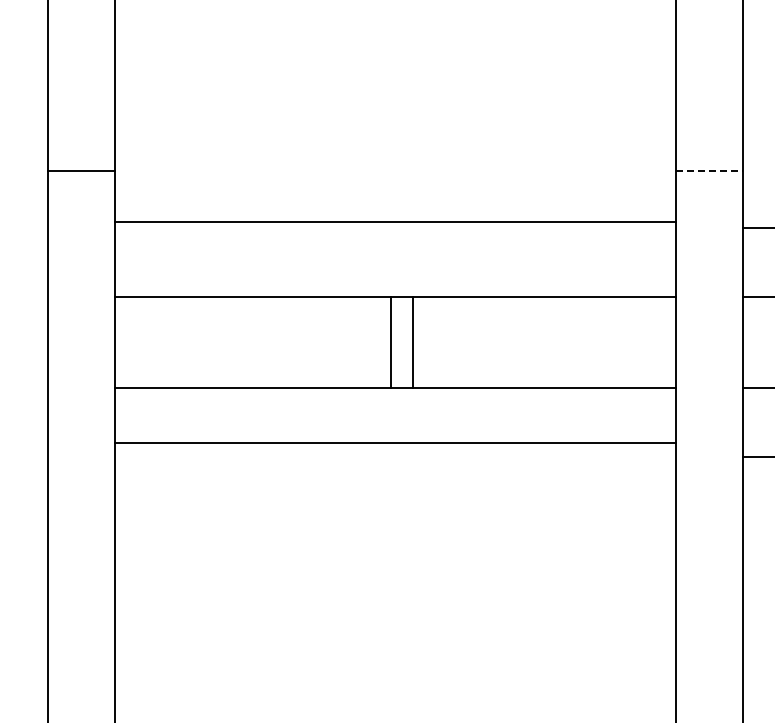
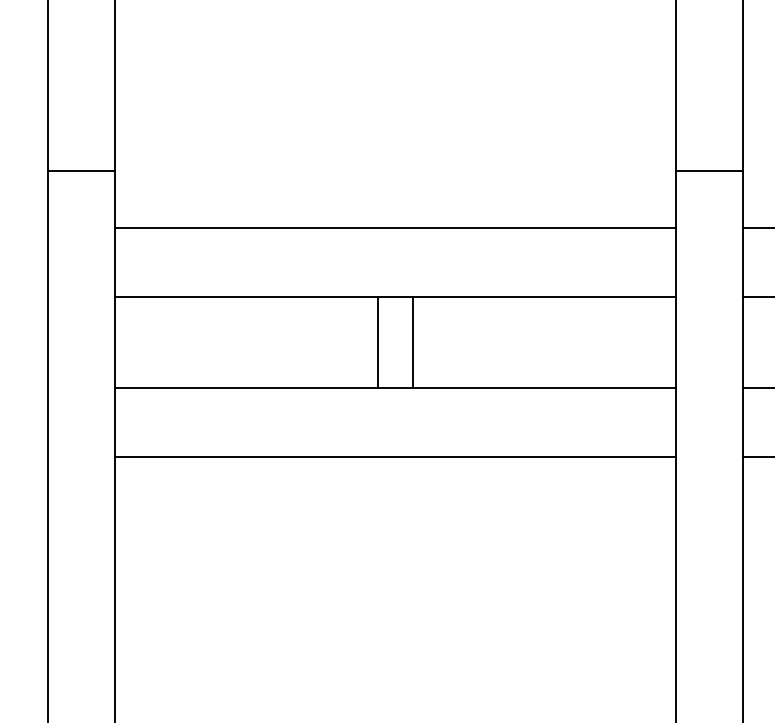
line at (710, 170): dashed -> solid
line at (395, 222) position: (395, 222) -> (395, 228)
line at (391, 342) position: (391, 342) -> (378, 342)
line at (395, 442) position: (395, 442) -> (395, 456)
